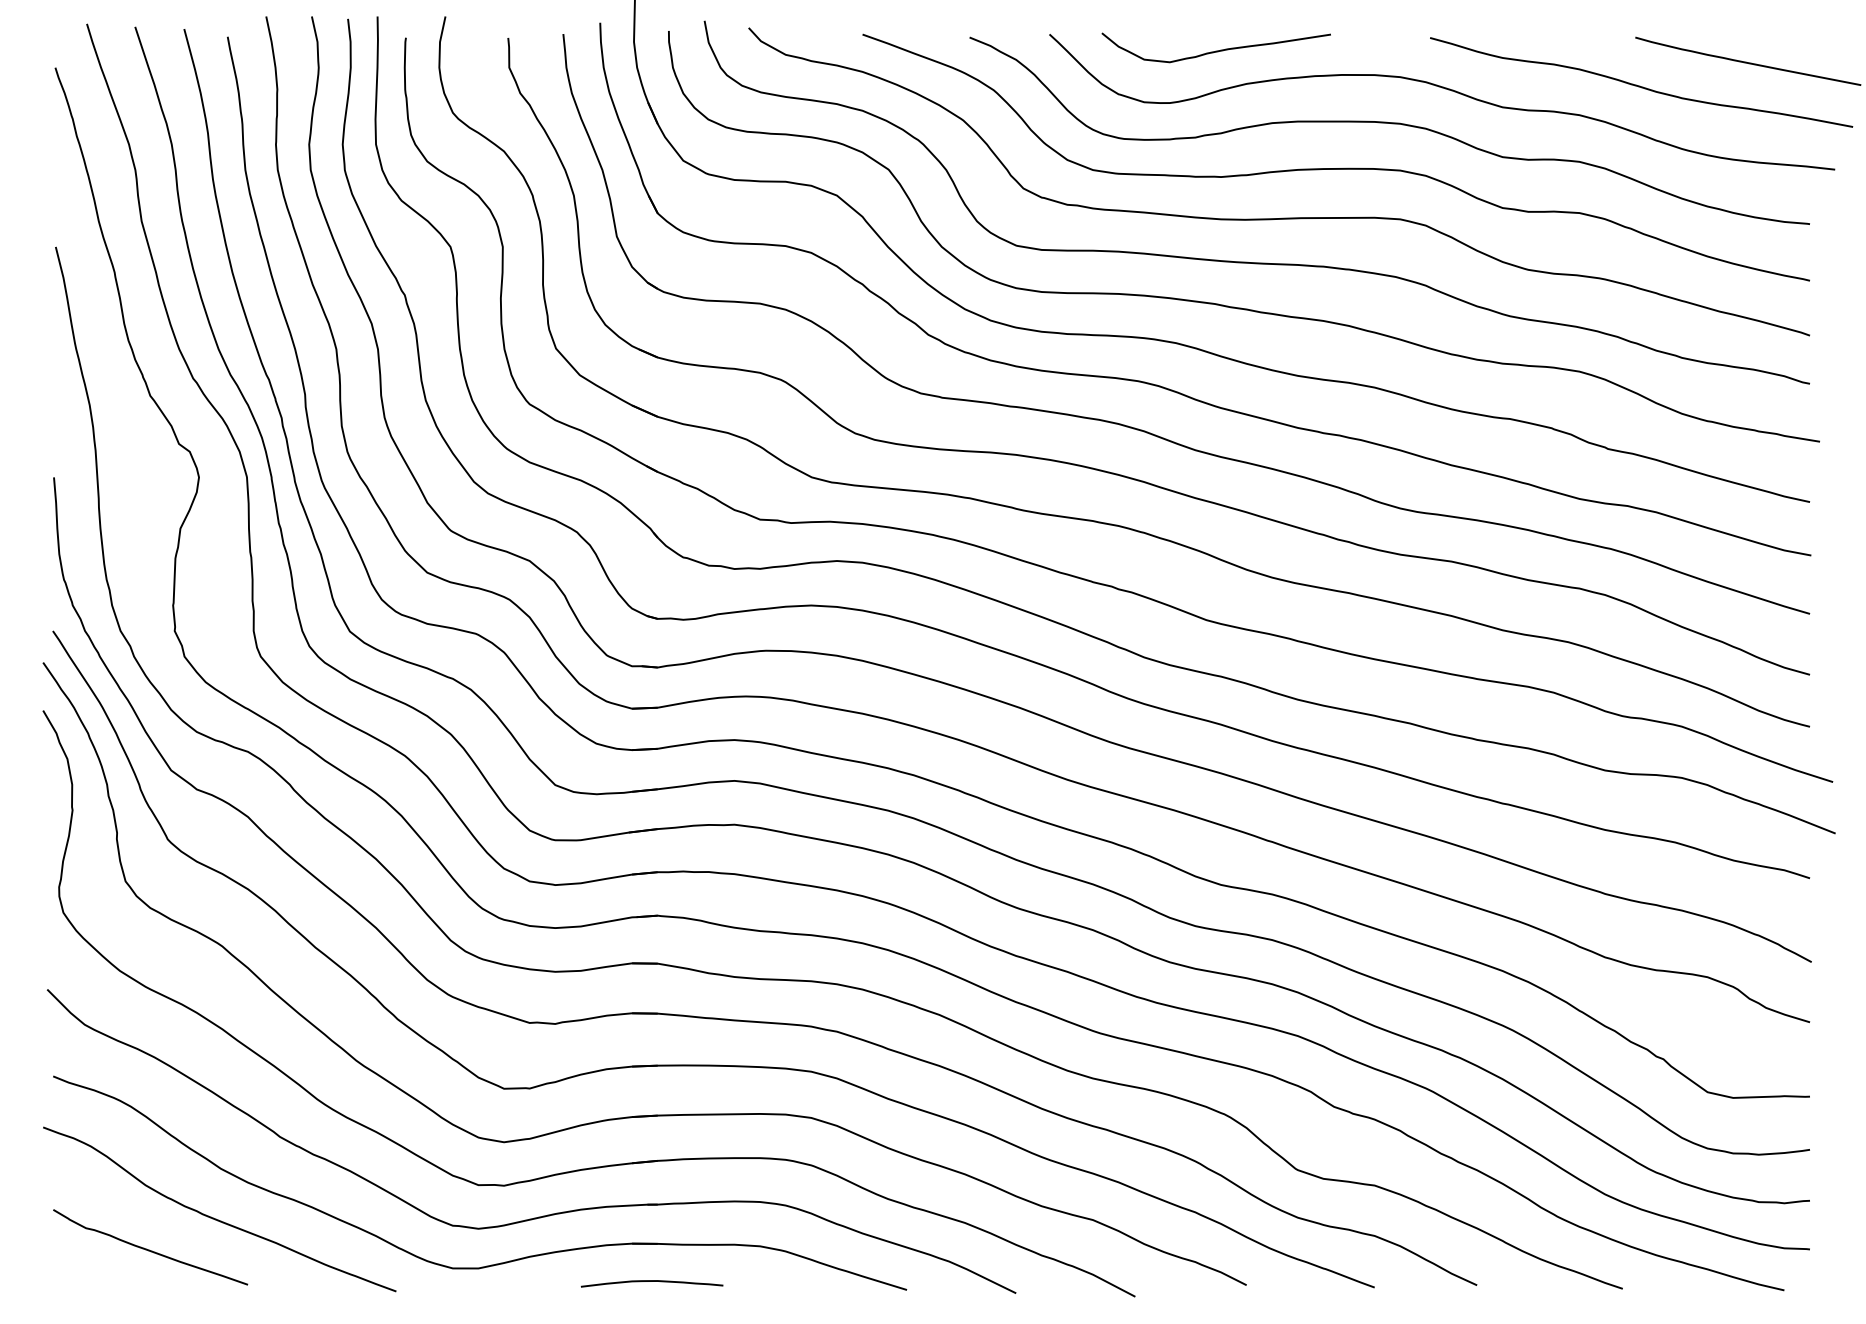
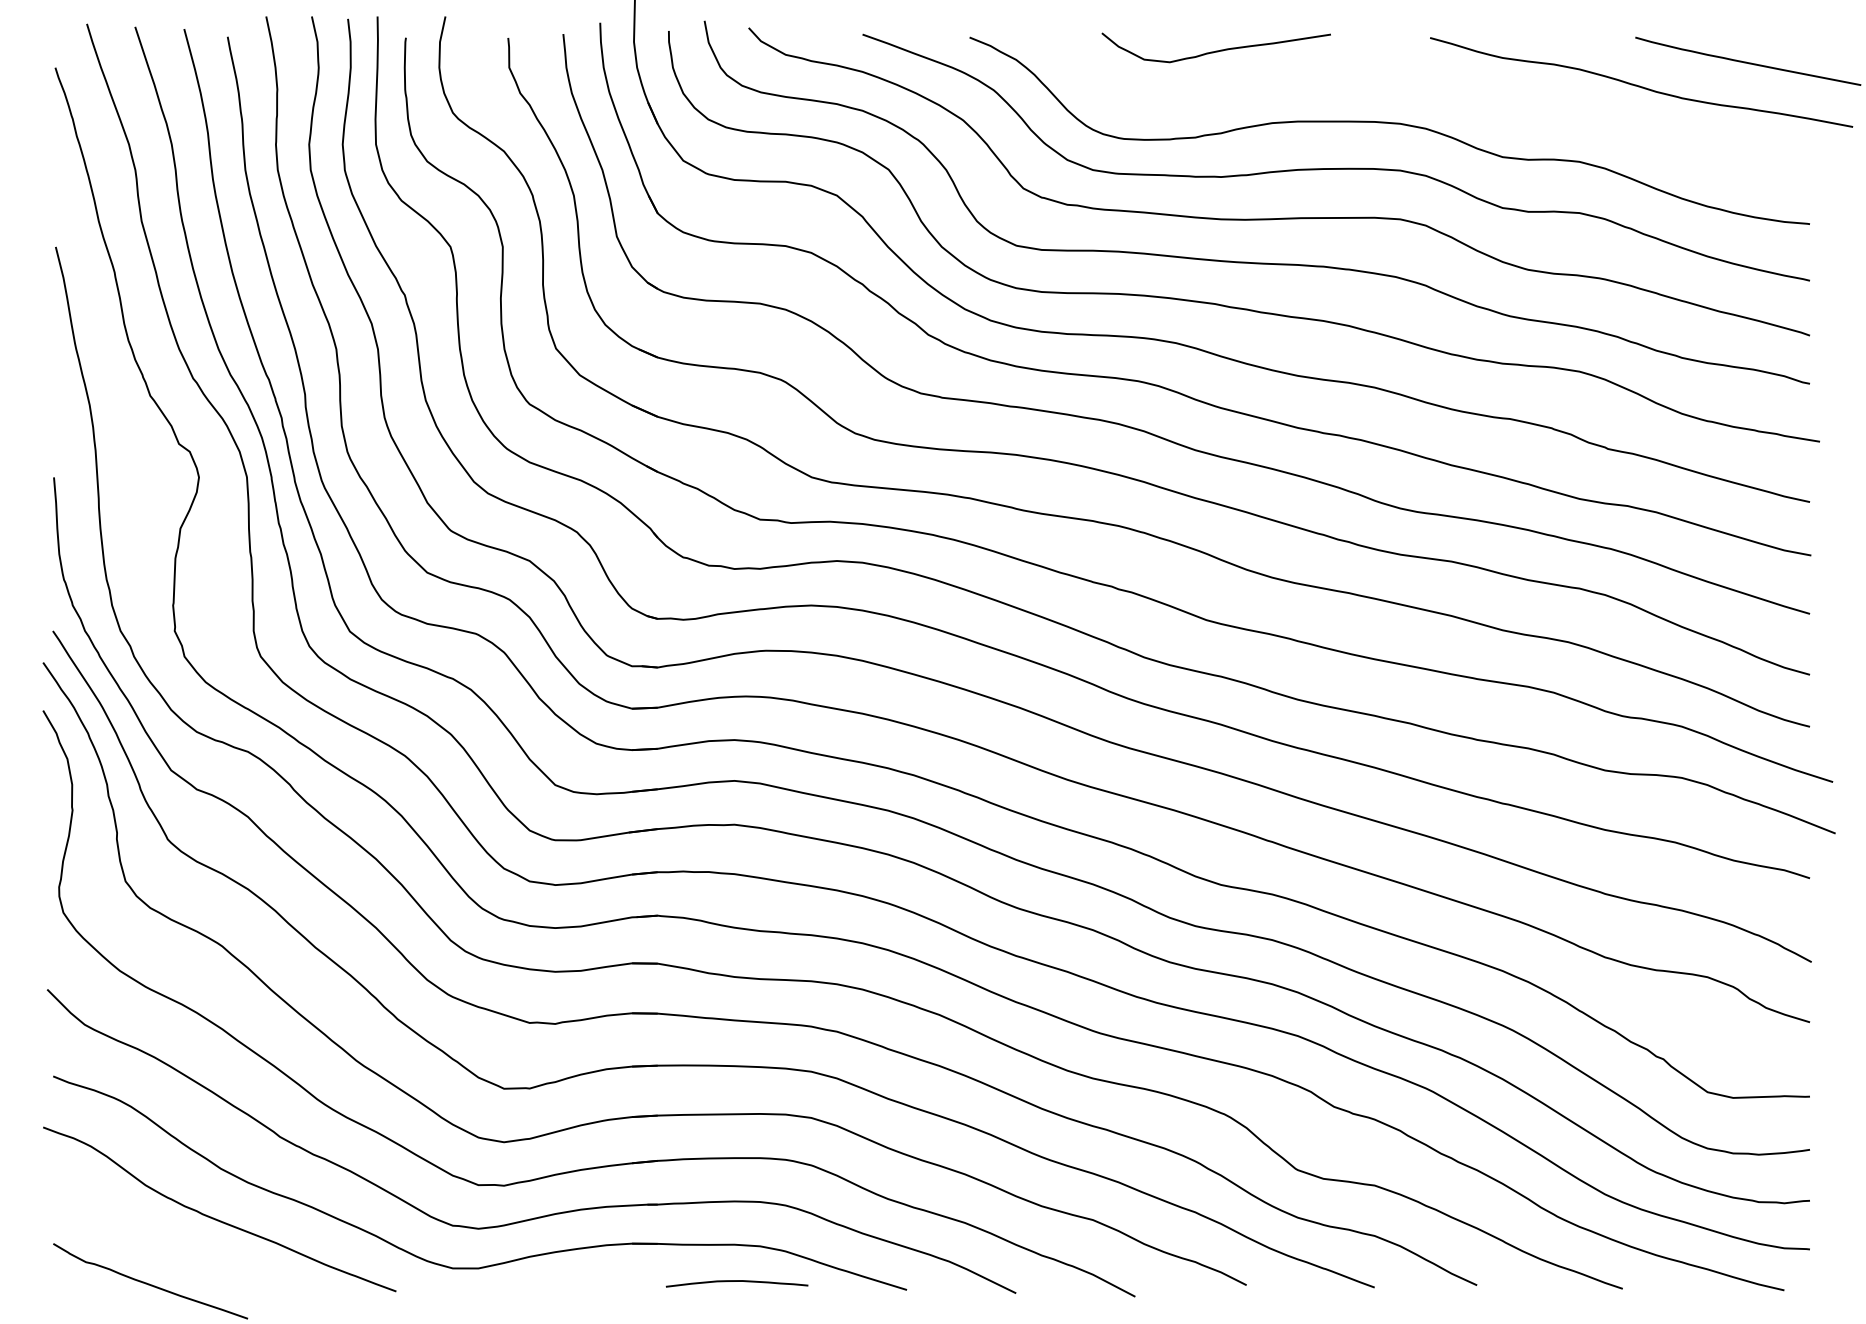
curve at (1445, 89): present -> none
curve at (149, 1249) position: (149, 1249) -> (149, 1283)
curve at (651, 1281) position: (651, 1281) -> (736, 1281)
